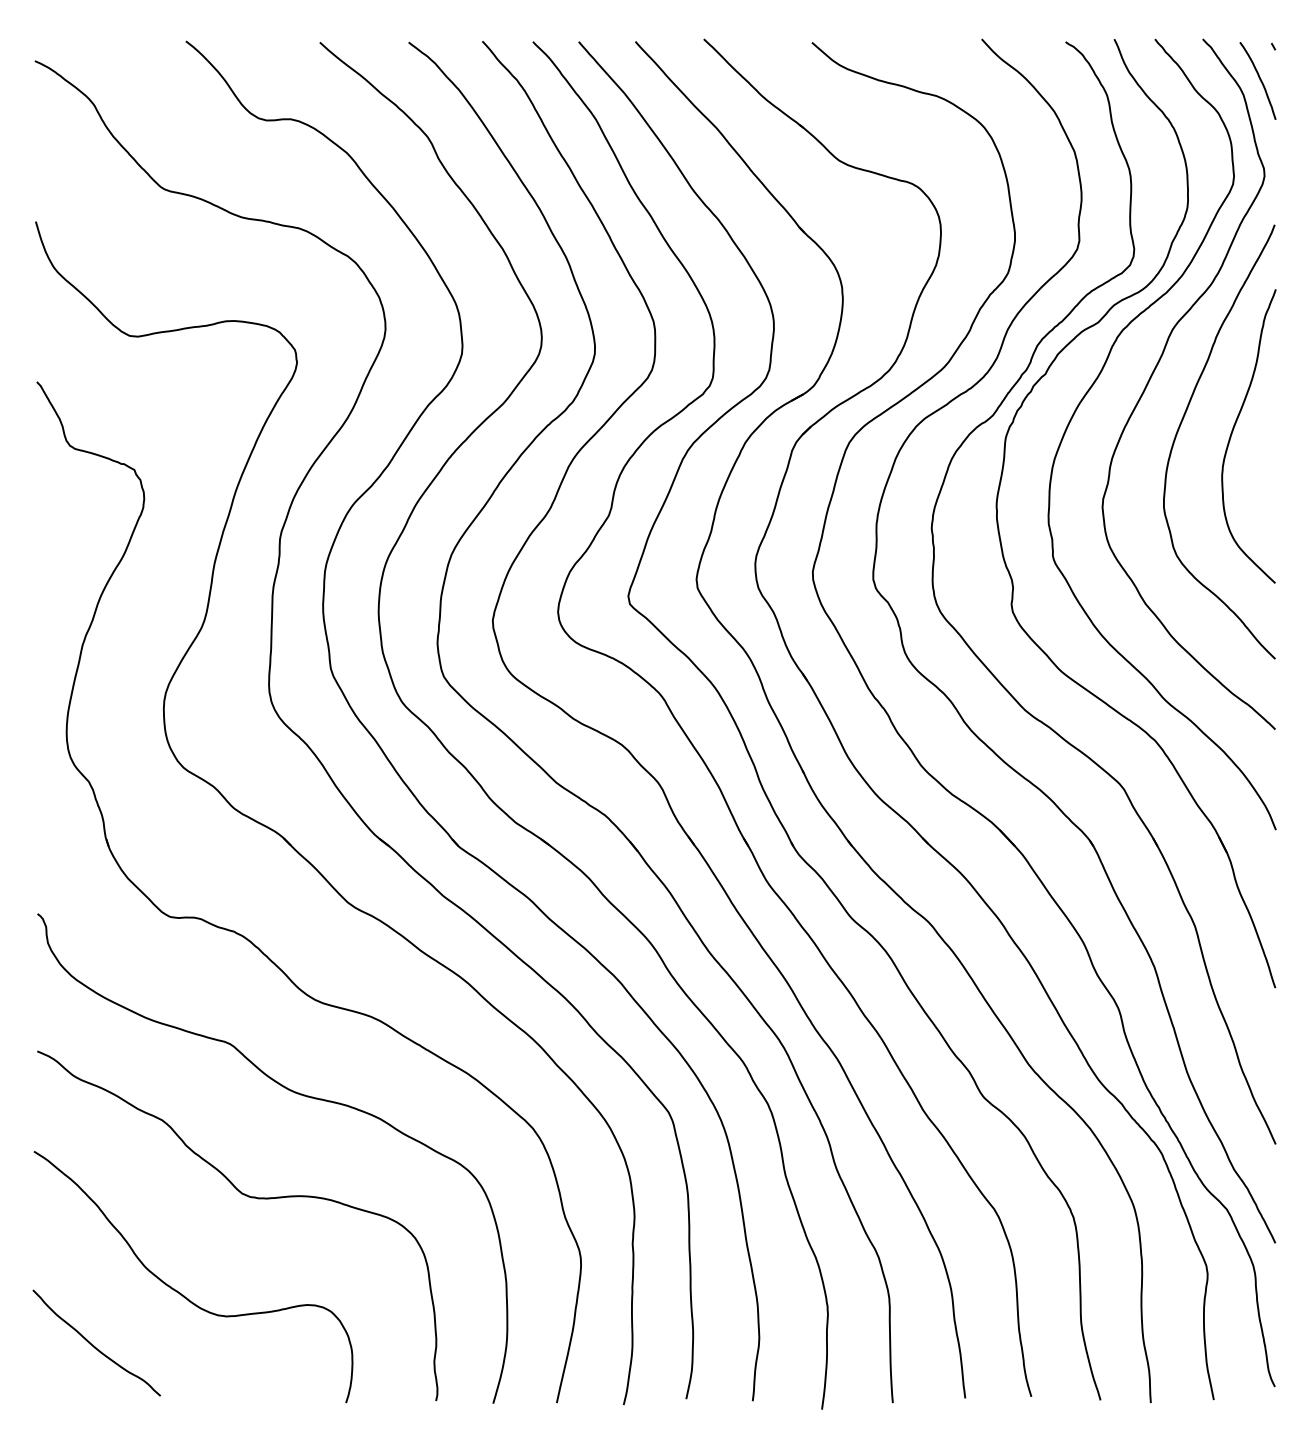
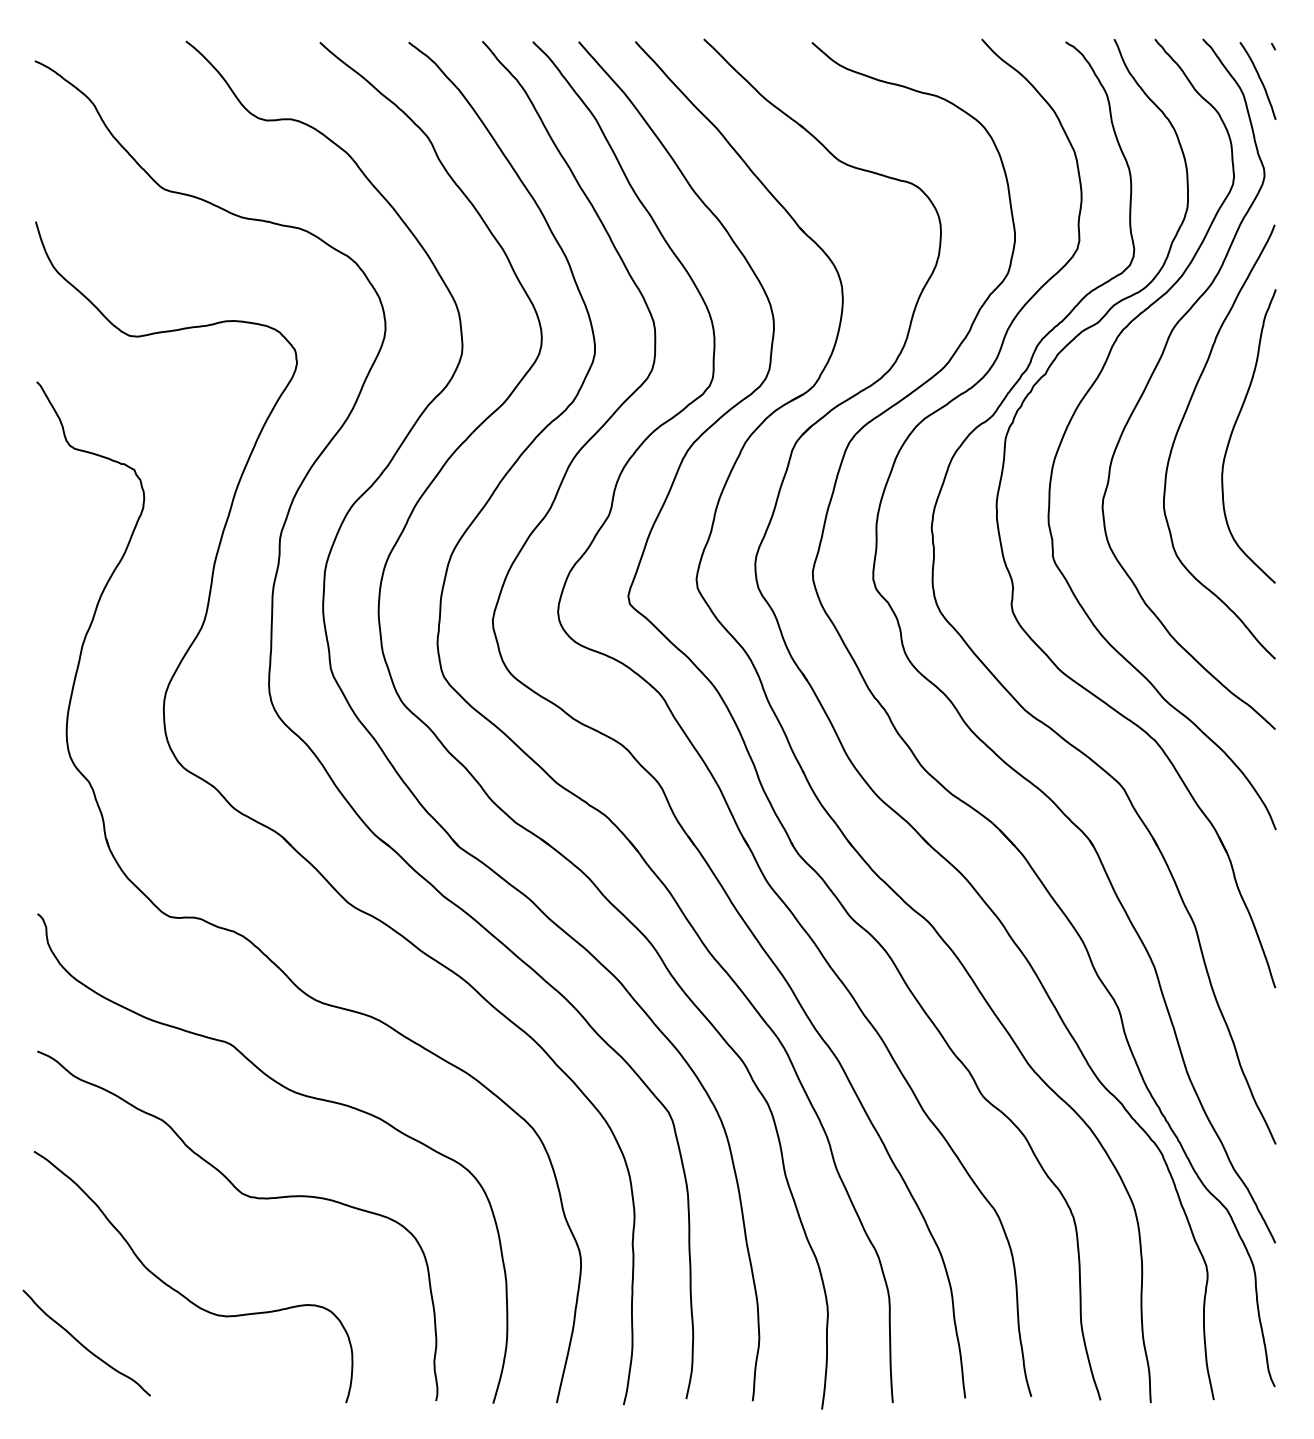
curve at (94, 1345) position: (94, 1345) -> (84, 1345)
